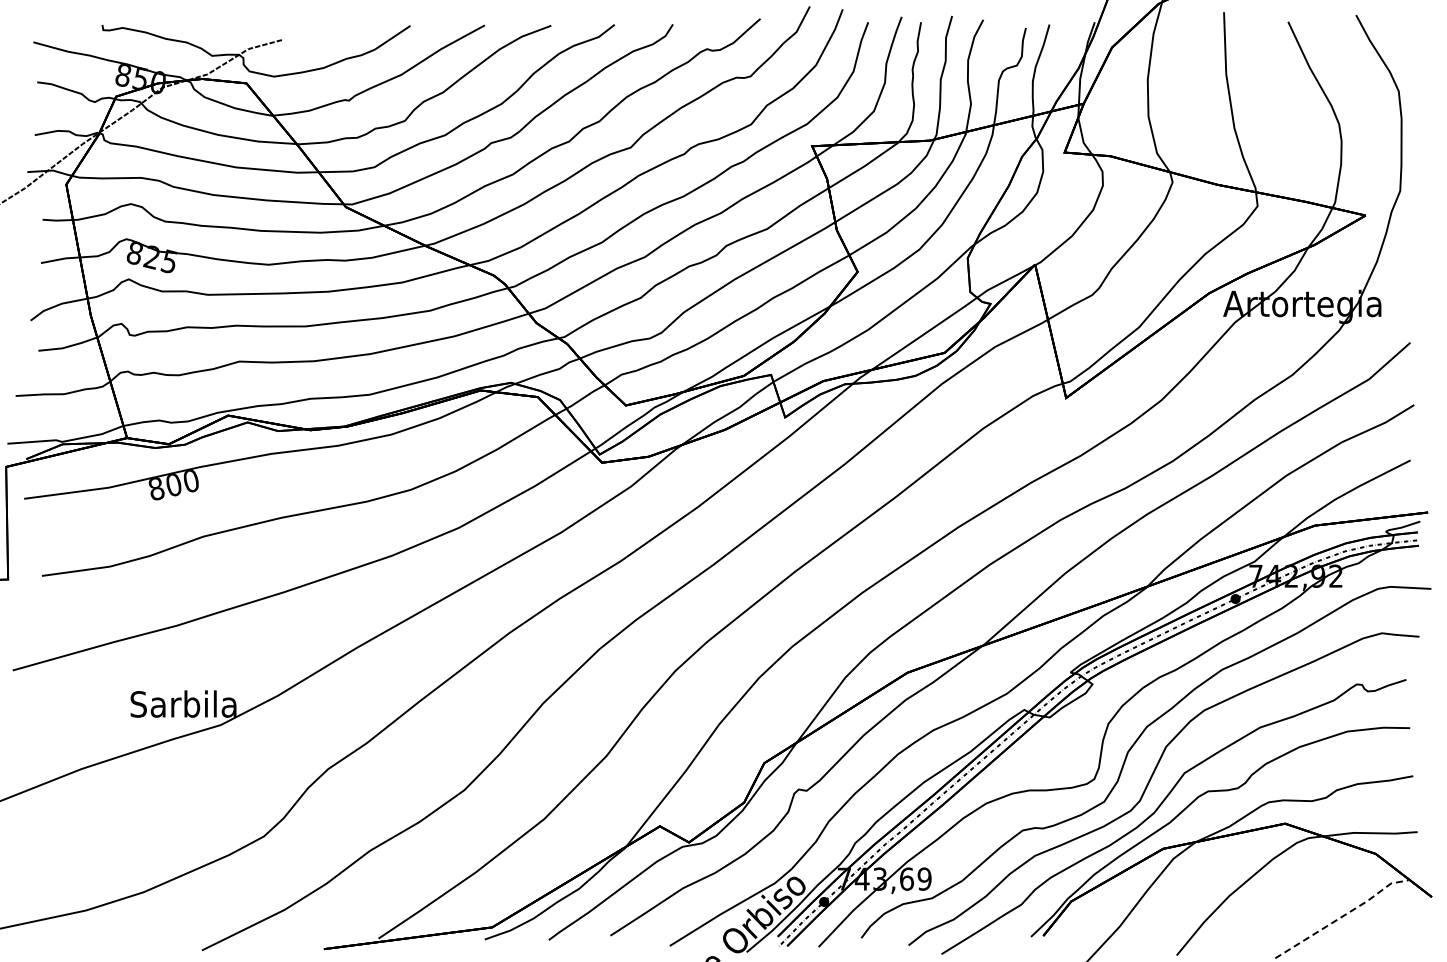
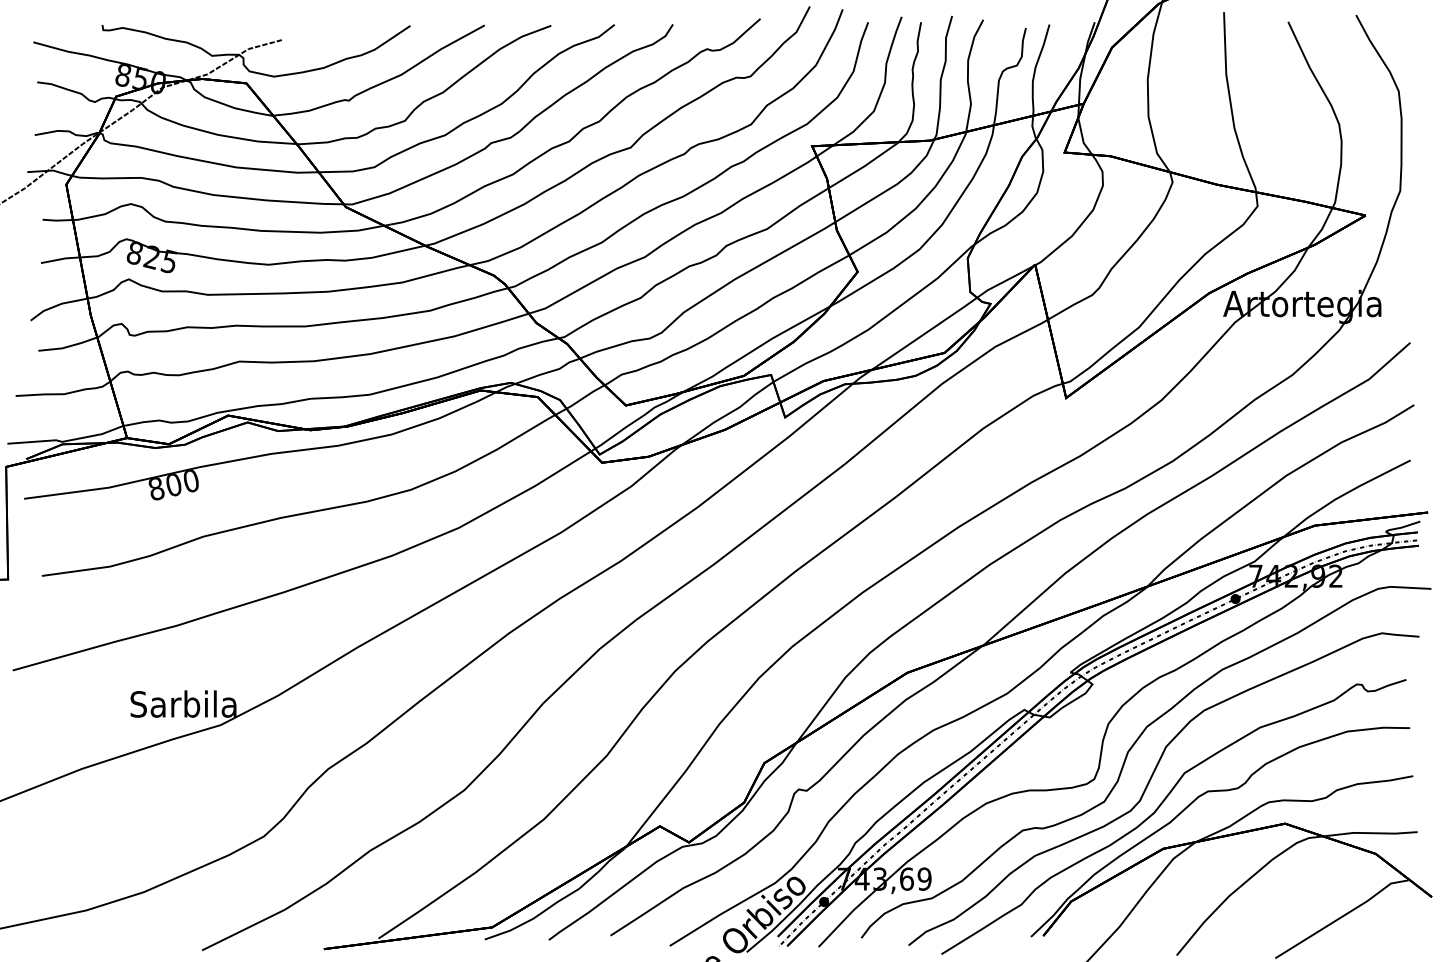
line at (1342, 916): dashed -> solid
